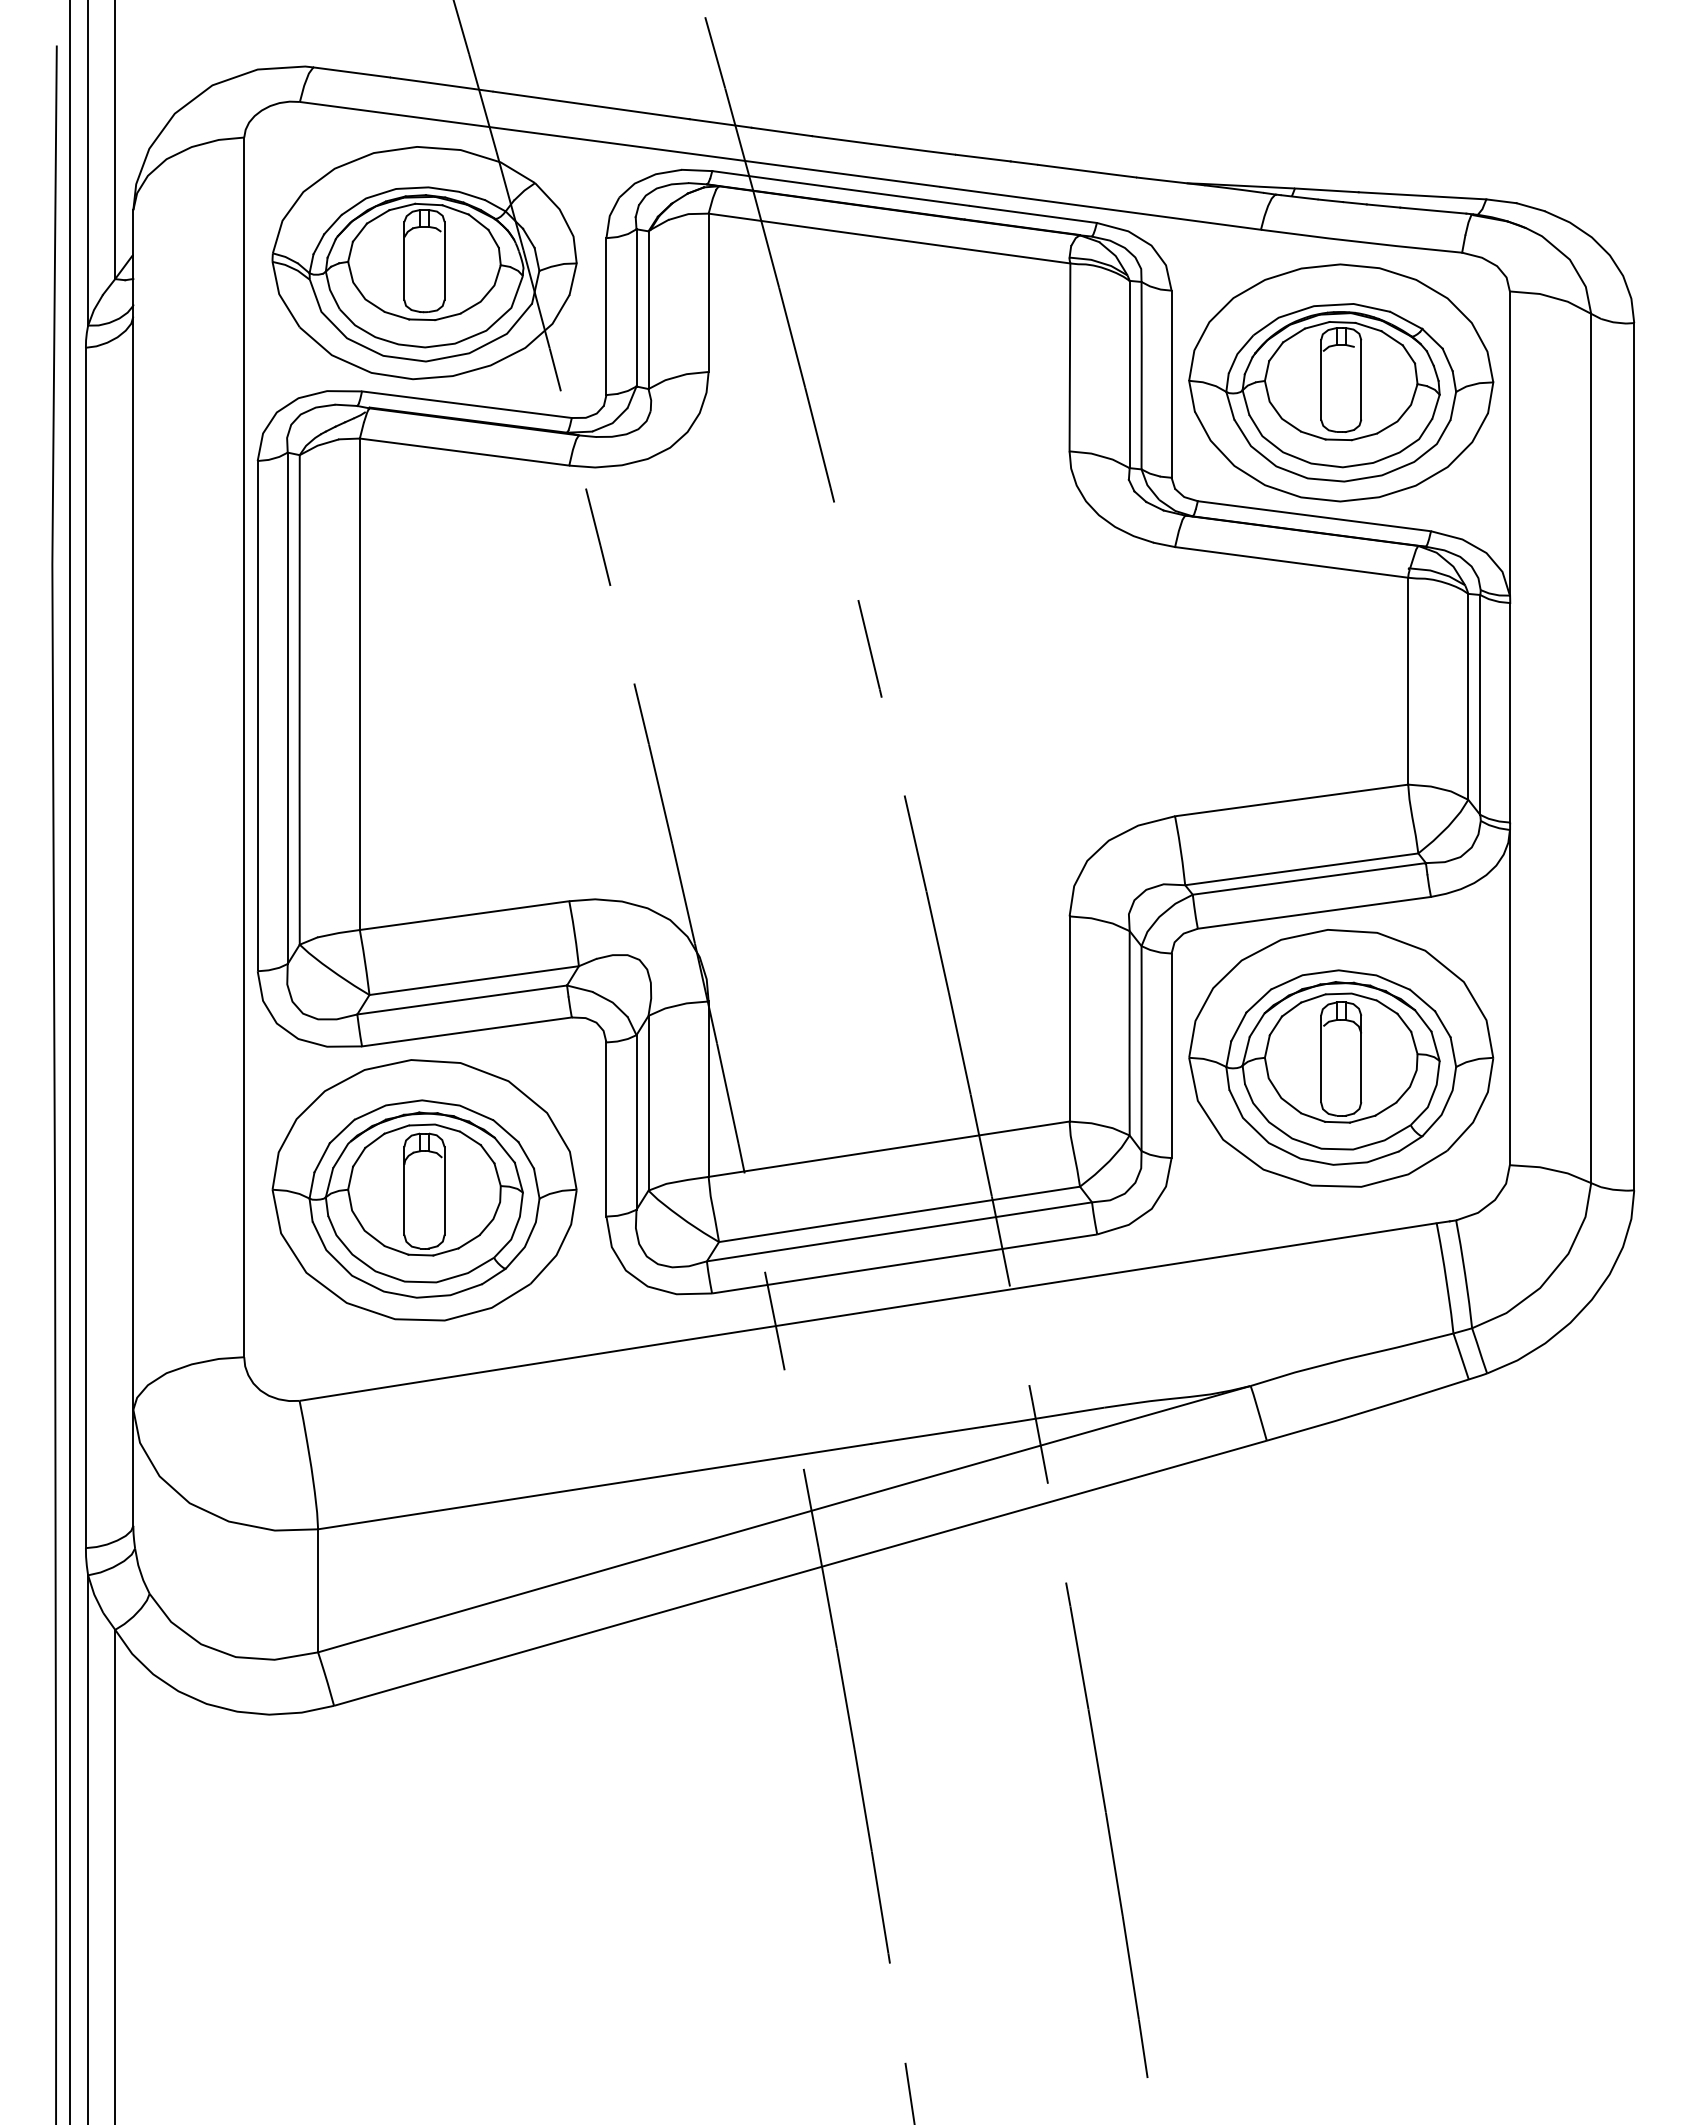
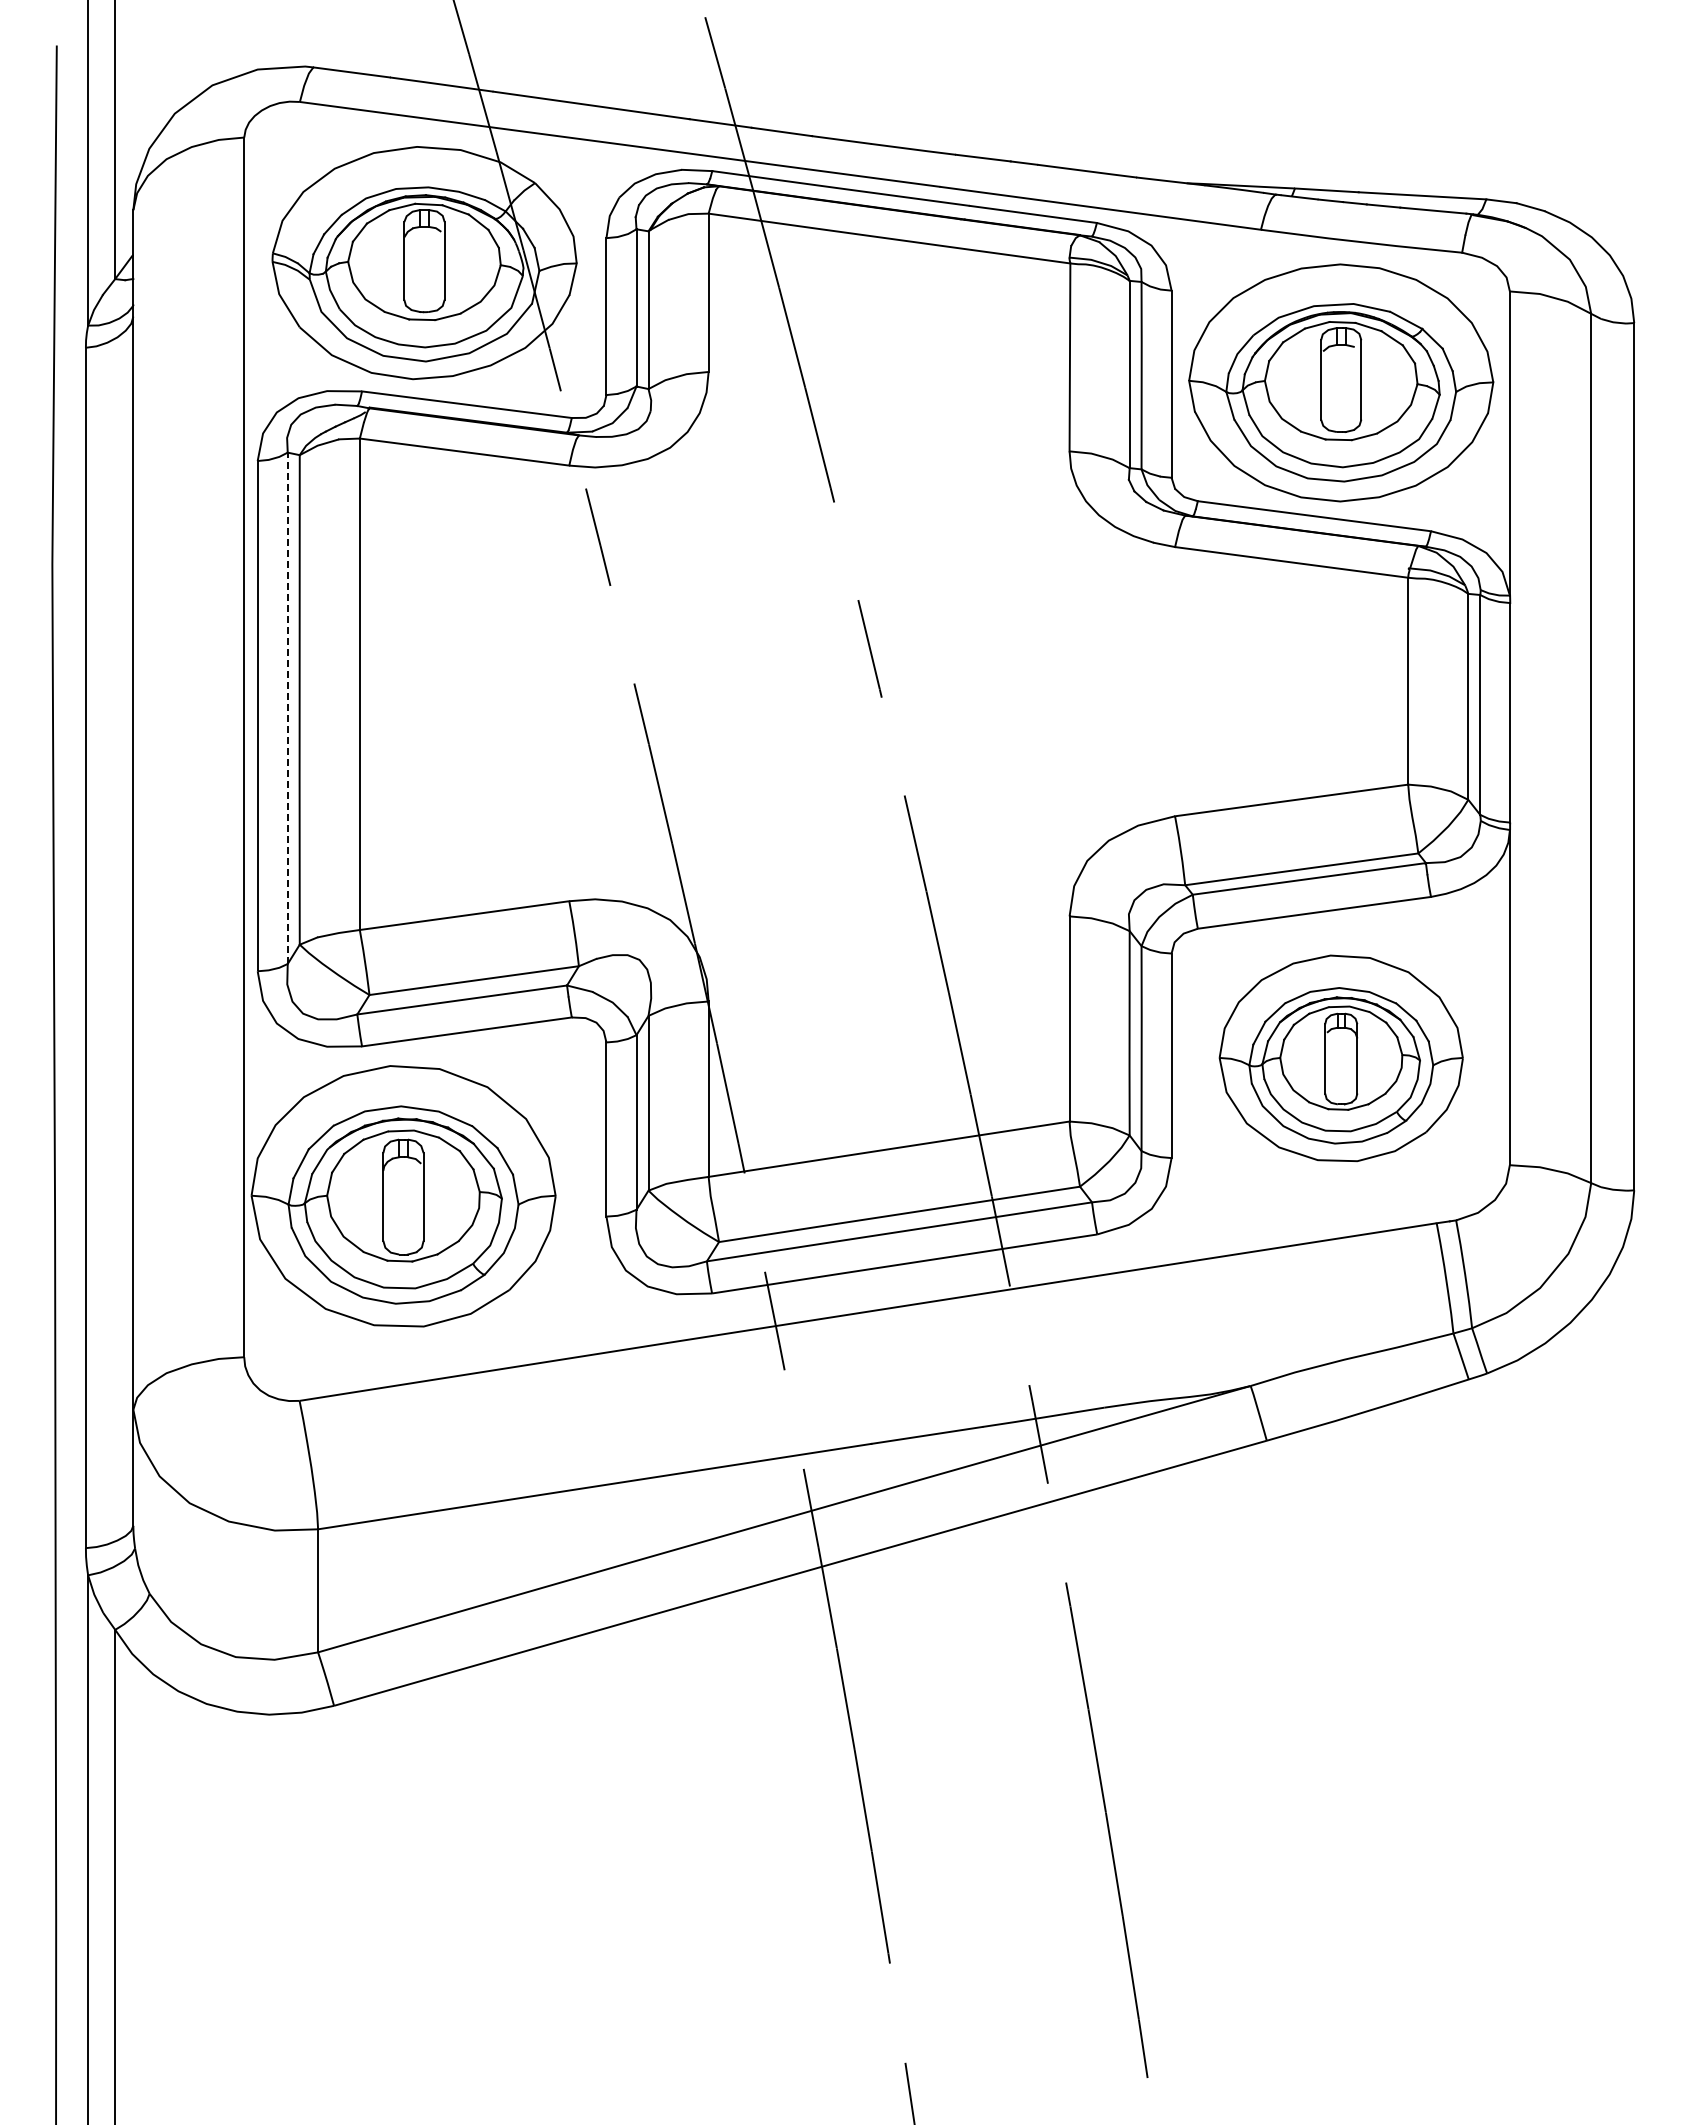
line at (287, 708): solid -> dashed
part at (1341, 1058) size: 307x259 px -> 246x209 px
line at (70, 1061): present -> none
part at (424, 1190) position: (424, 1190) -> (403, 1196)
